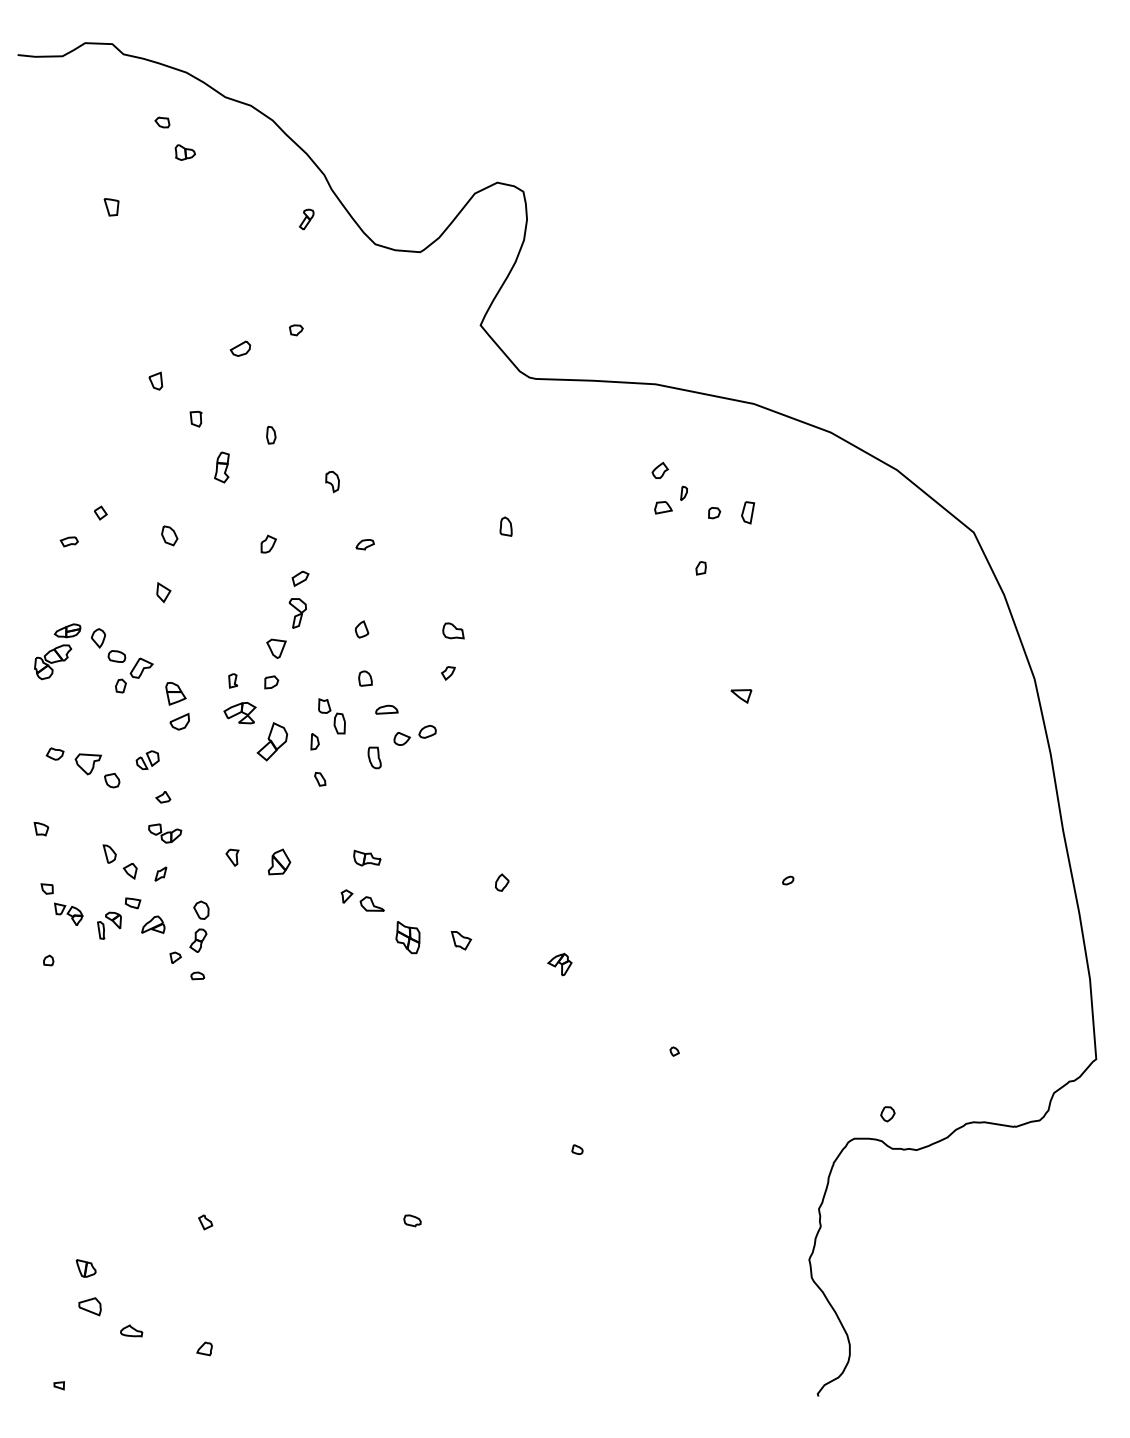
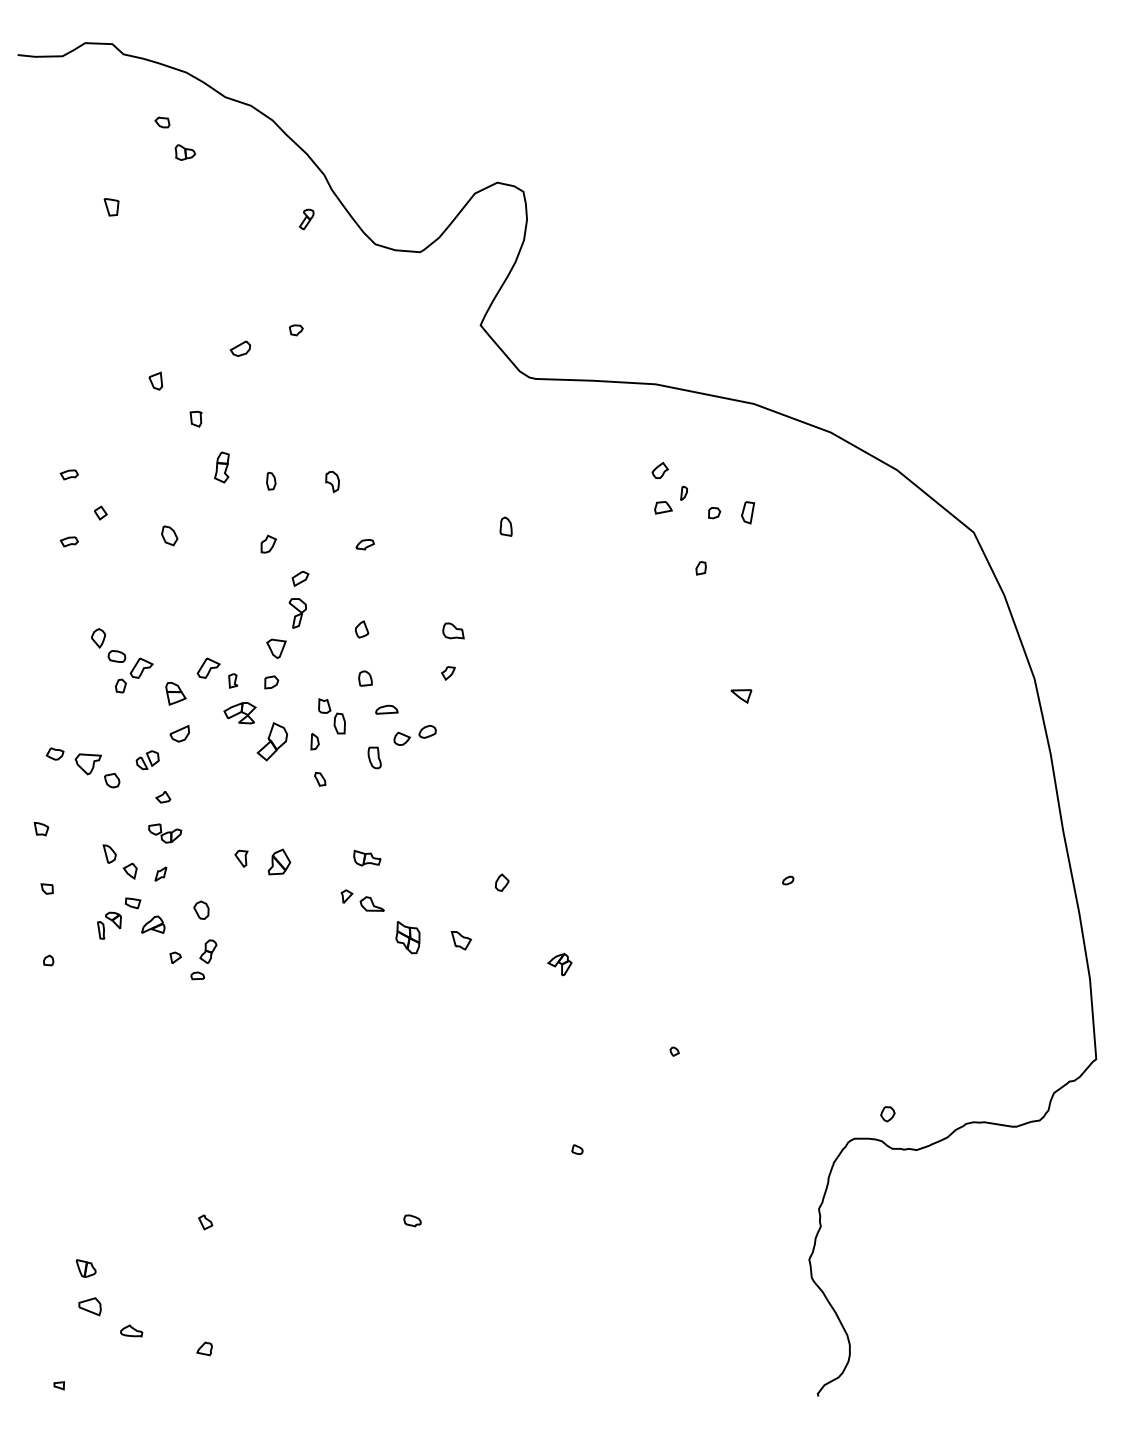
part at (271, 434) position: (271, 434) -> (271, 480)
part at (68, 474): none -> present
part at (163, 592): present -> none
part at (57, 651): present -> none
part at (208, 667): none -> present
part at (179, 721) position: (179, 721) -> (179, 733)
part at (232, 857) position: (232, 857) -> (241, 858)
part at (68, 913): present -> none
part at (198, 940) position: (198, 940) -> (208, 951)
